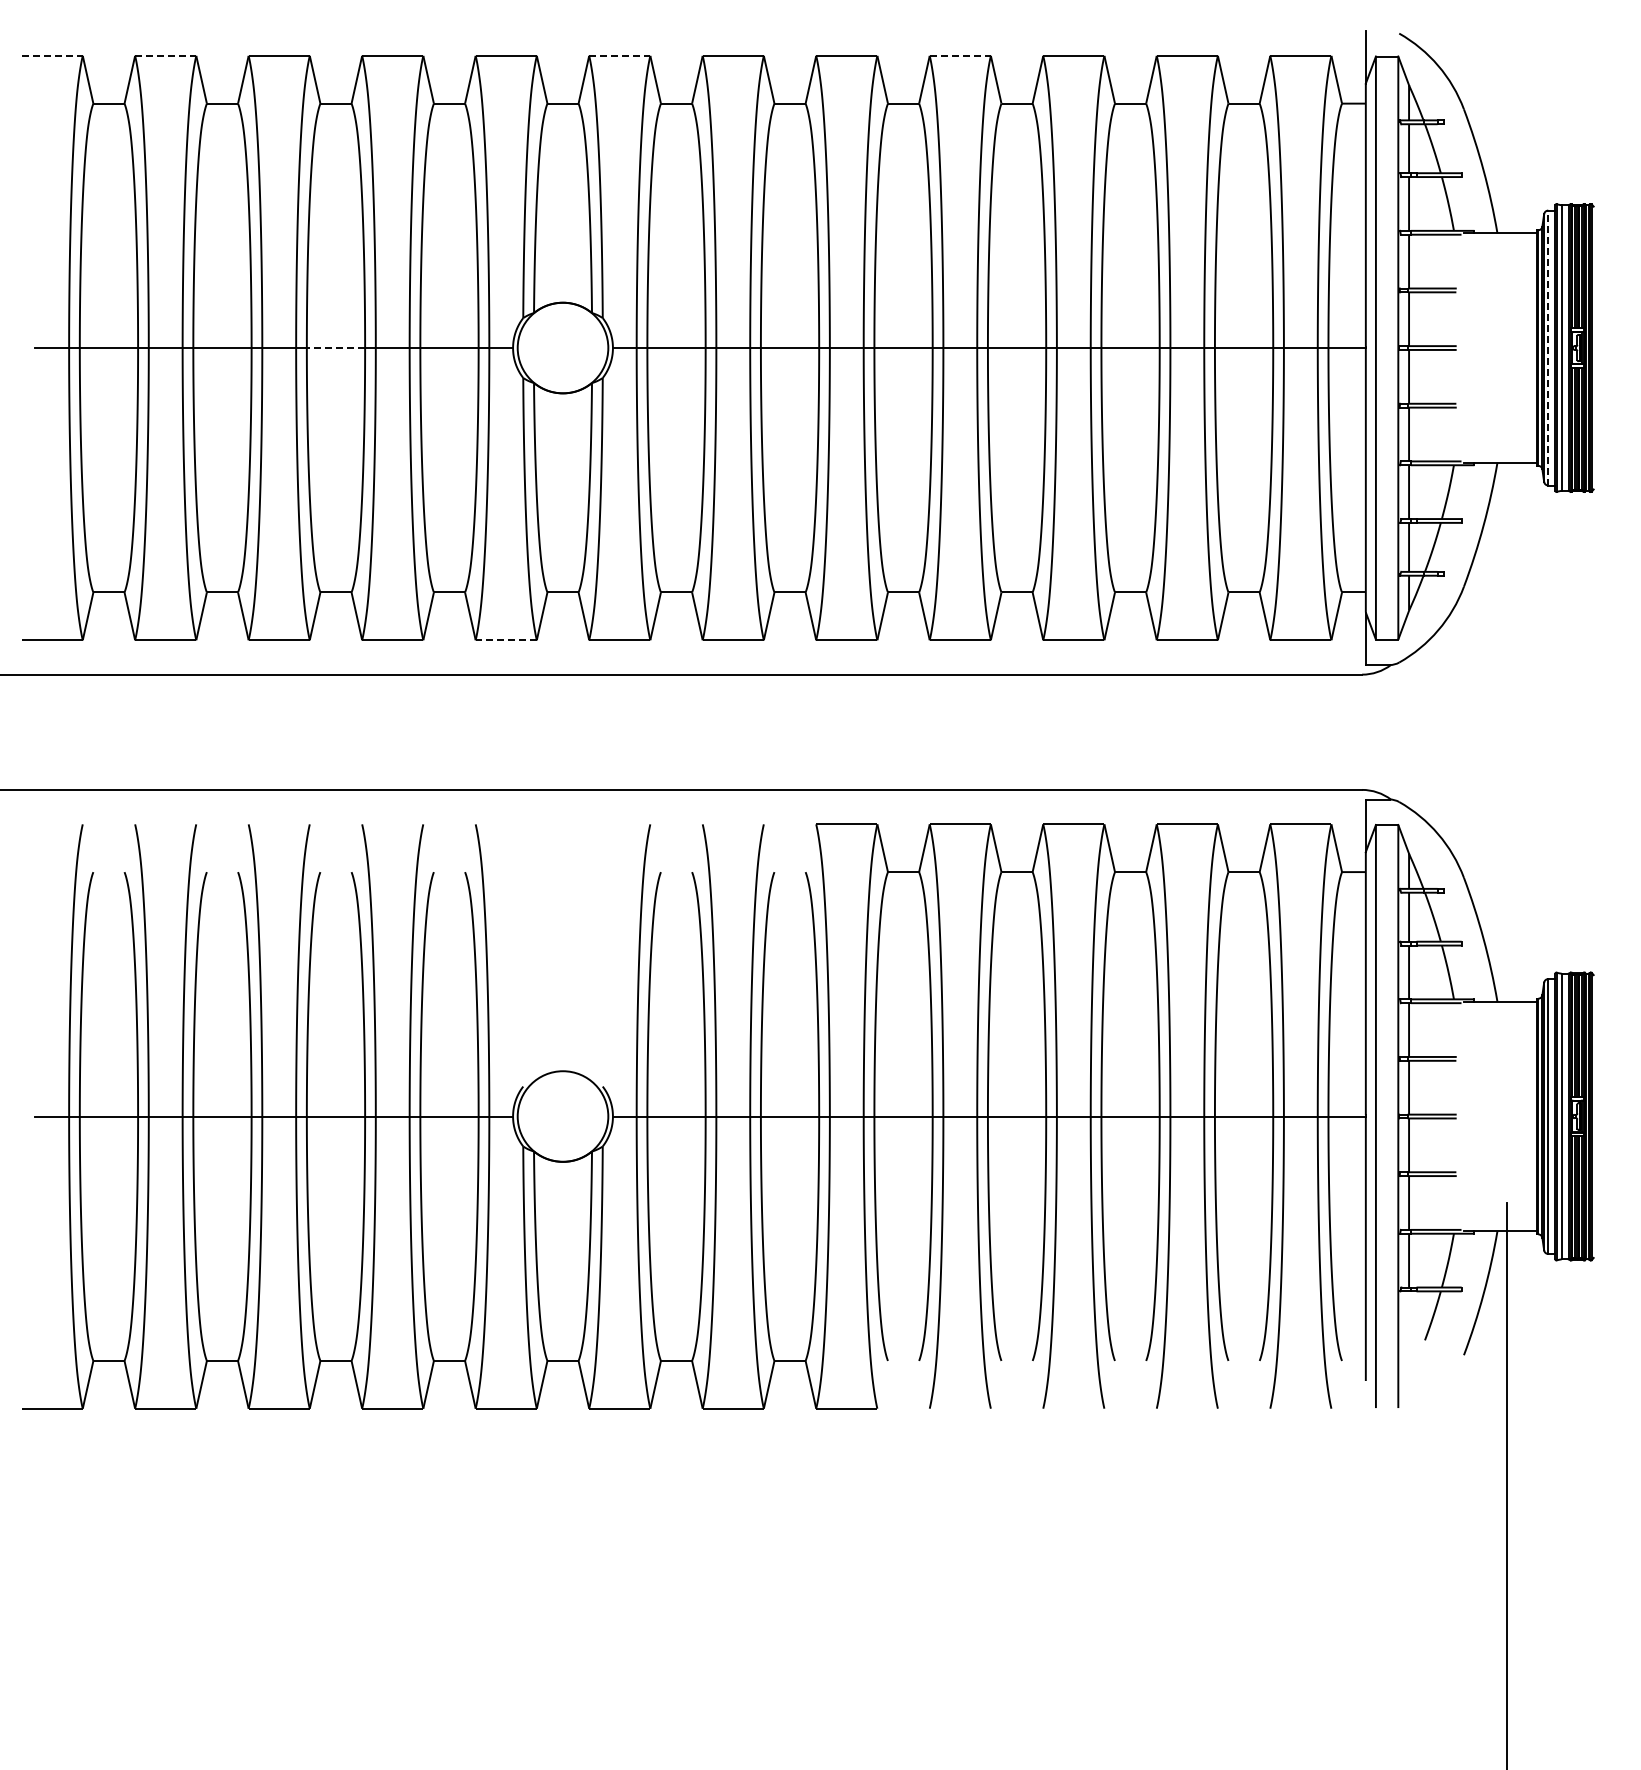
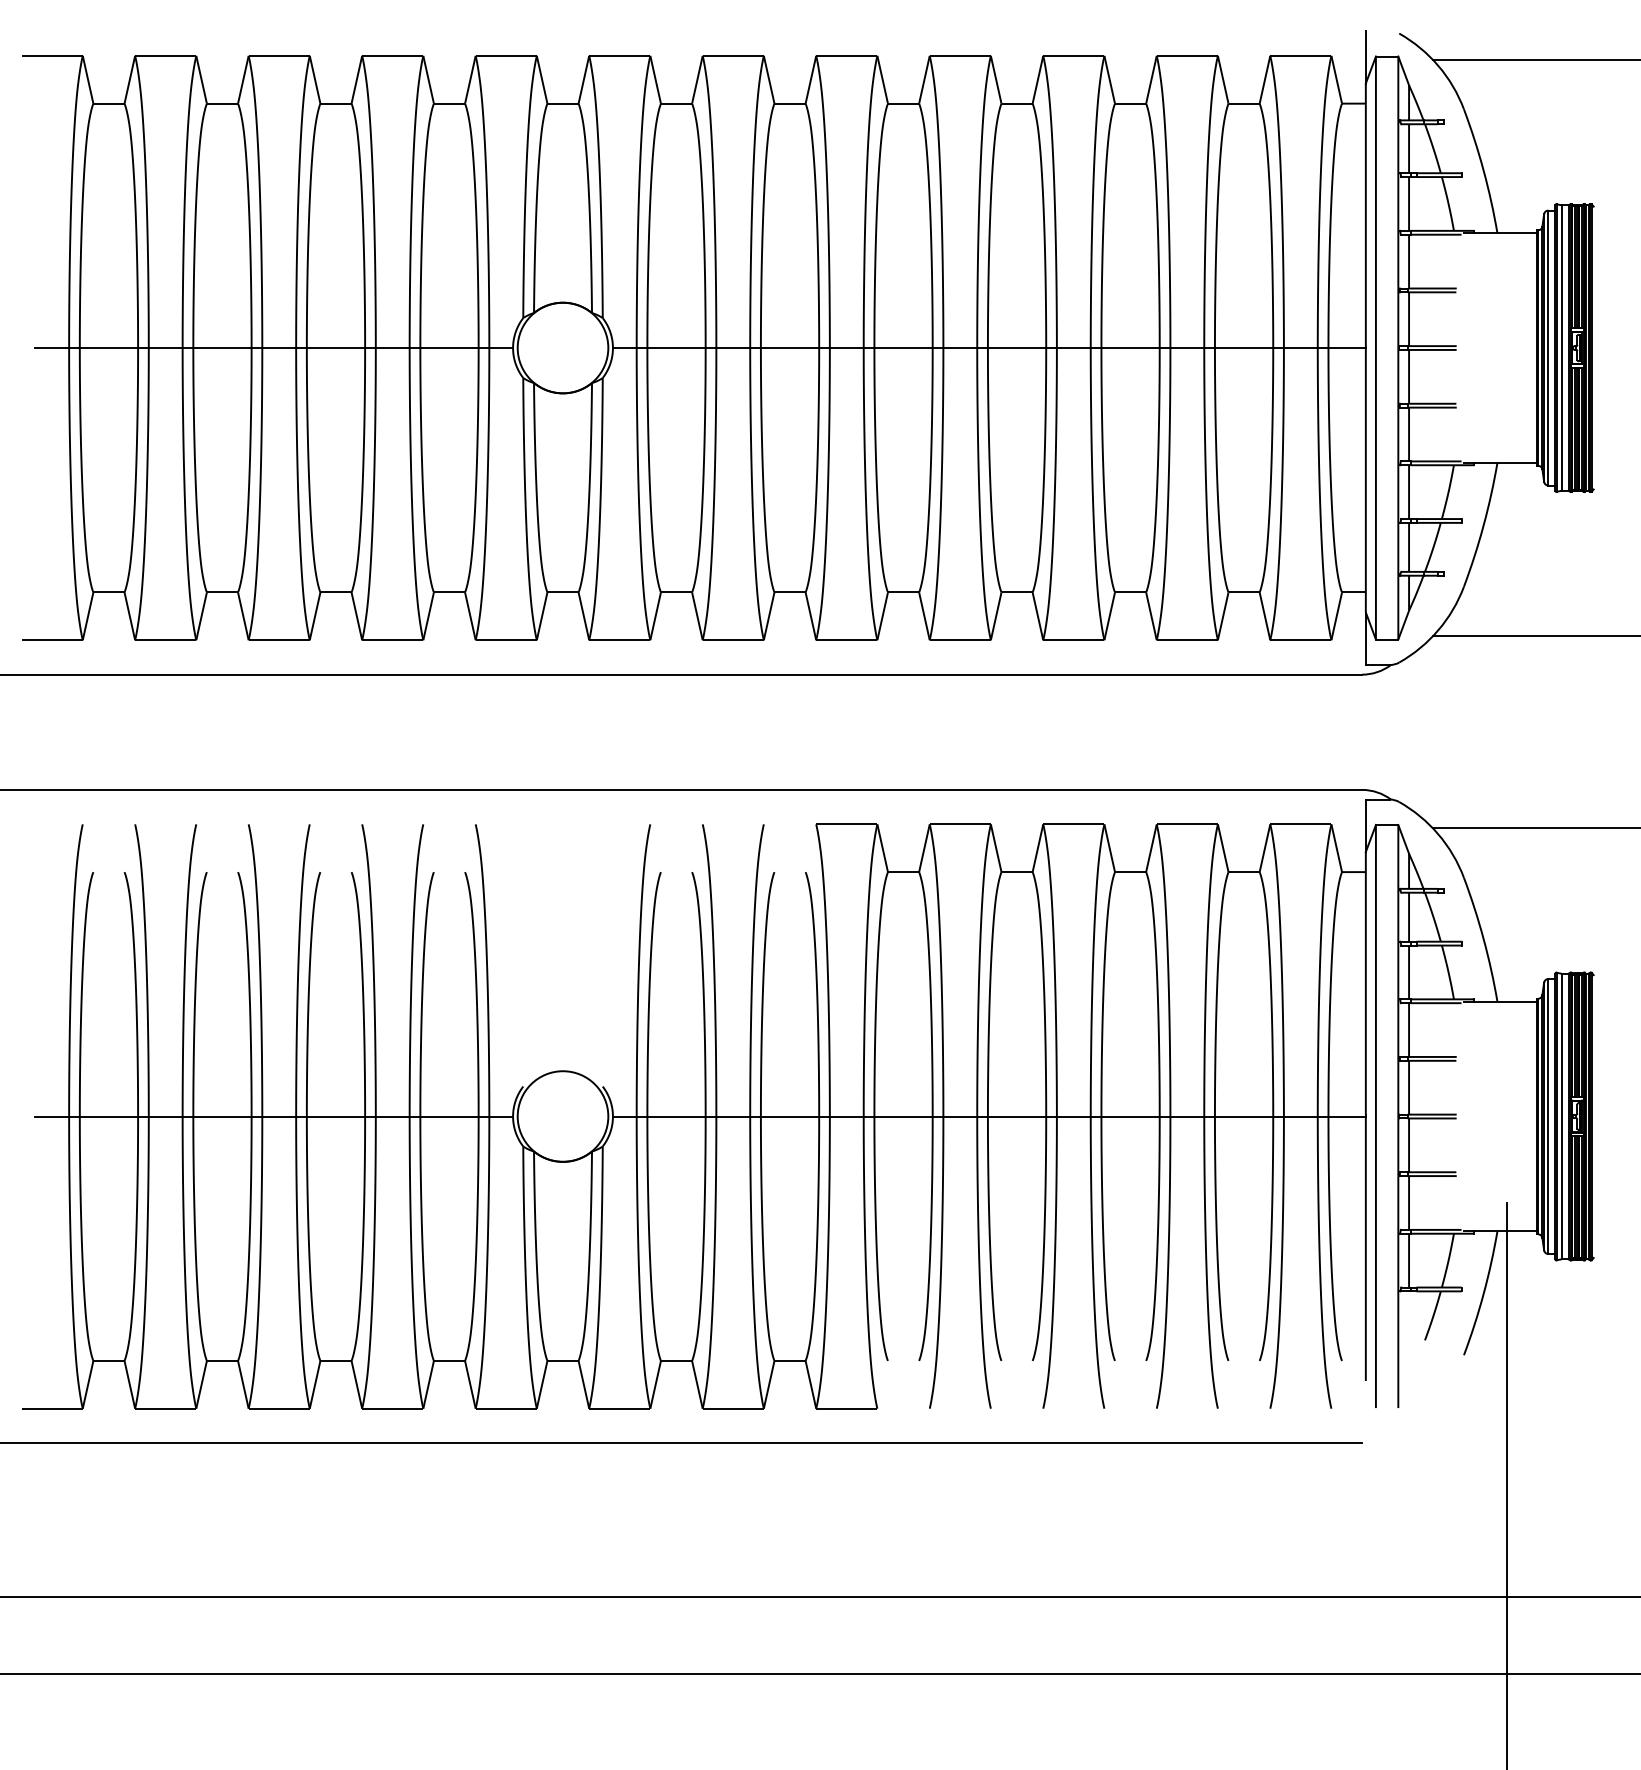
line at (52, 55): dashed -> solid
line at (165, 55): dashed -> solid
line at (619, 55): dashed -> solid
line at (960, 55): dashed -> solid
line at (1534, 59): none -> present
line at (1548, 347): dashed -> solid
line at (335, 348): dashed -> solid
line at (1534, 636): none -> present
line at (506, 640): dashed -> solid
line at (1534, 828): none -> present
line at (682, 1443): none -> present
line at (819, 1596): none -> present
line at (819, 1673): none -> present
